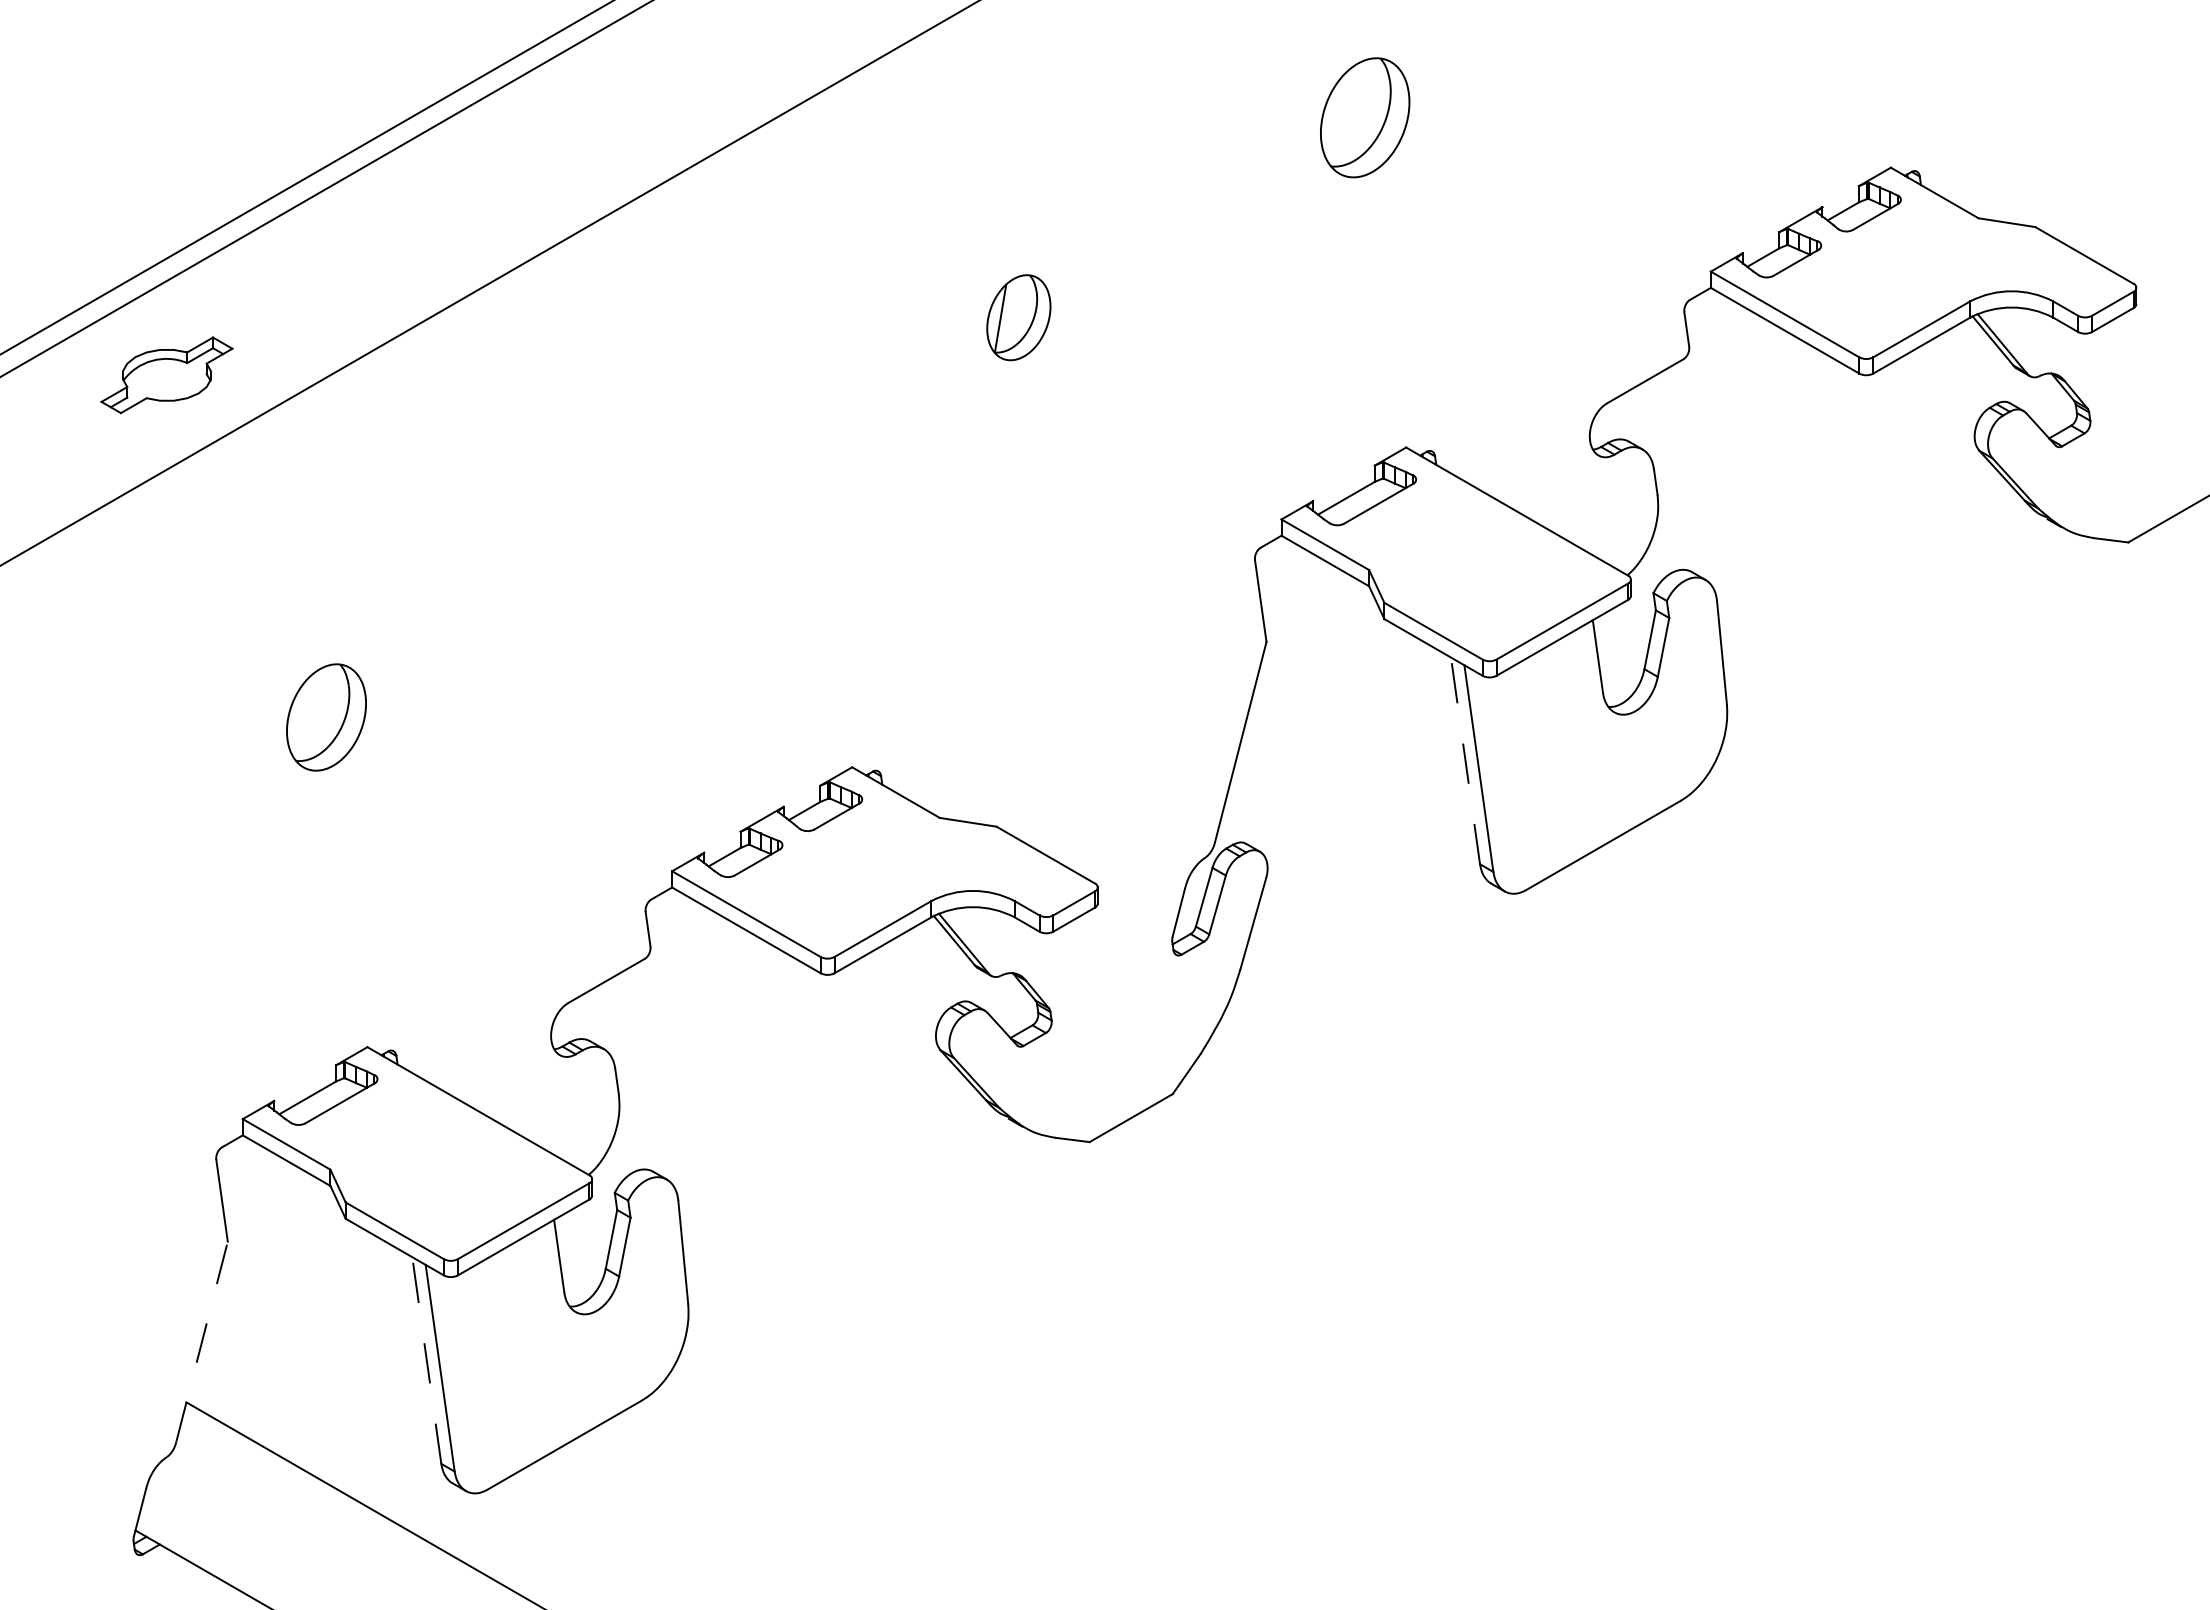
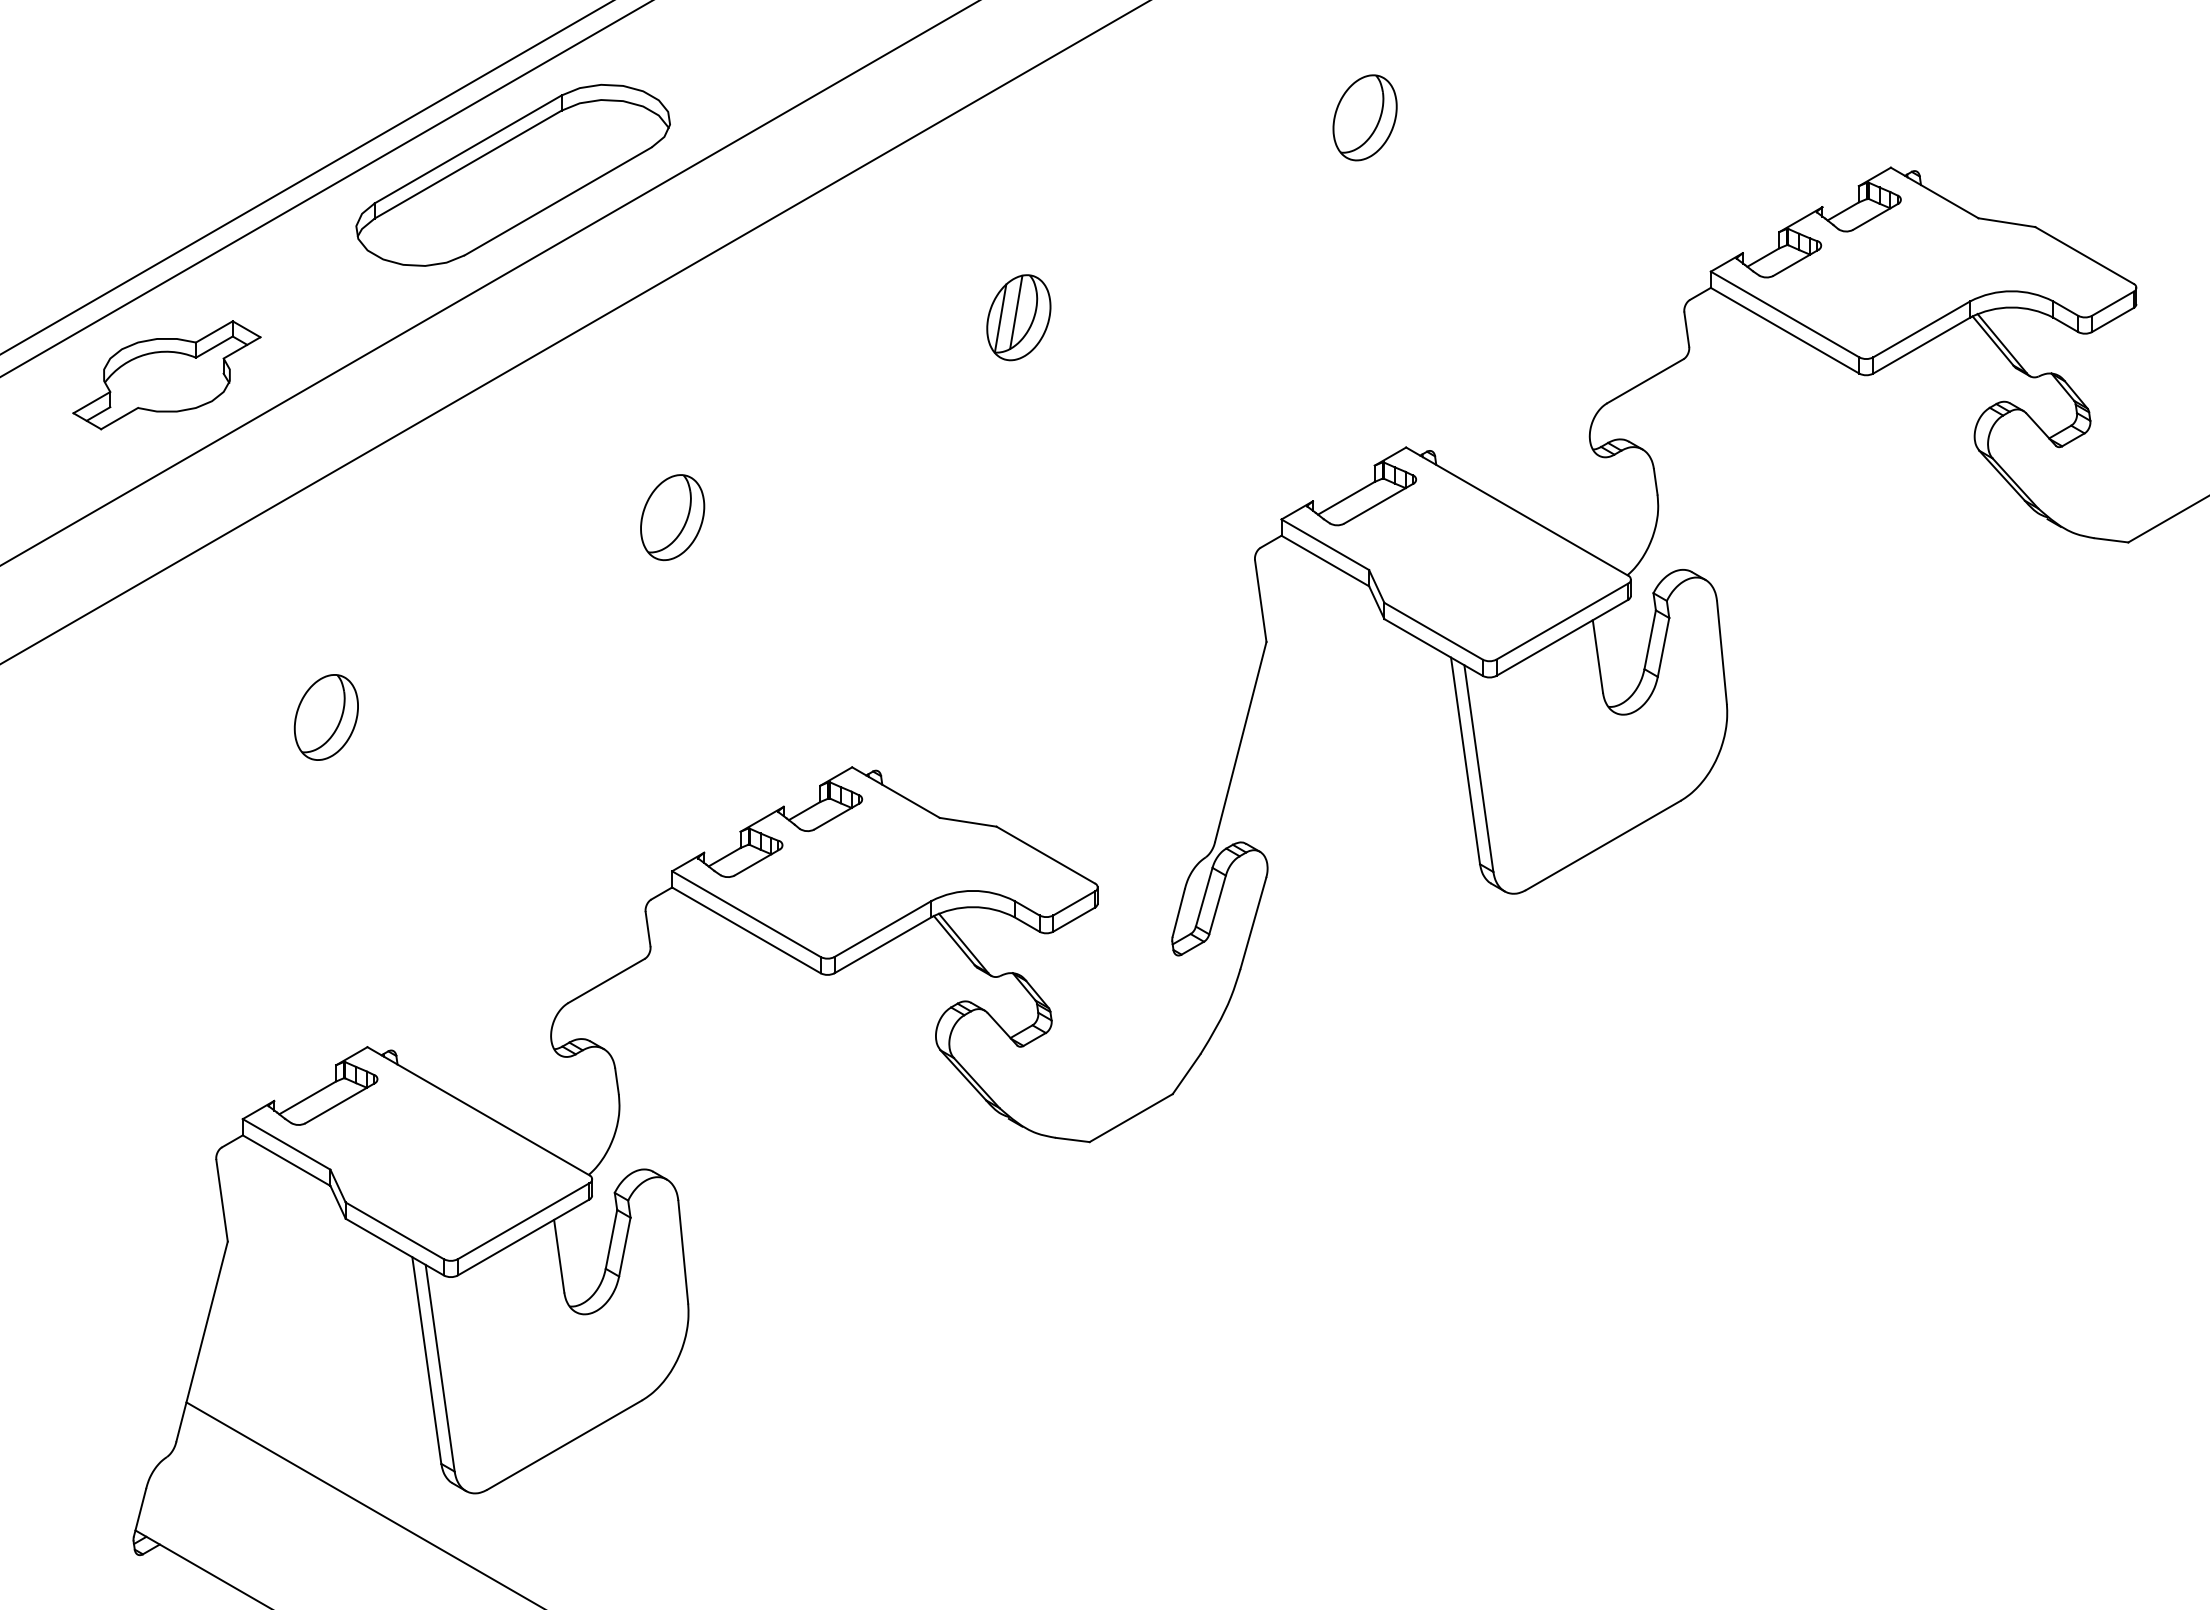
part at (1365, 117) size: 91x122 px -> 66x88 px
part at (512, 174): none -> present
line at (1016, 311): none -> present
line at (574, 332): none -> present
part at (166, 375) size: 134x79 px -> 190x111 px
part at (672, 517): none -> present
part at (326, 717) size: 81x109 px -> 66x87 px
line at (1465, 760): dashed -> solid
line at (202, 1341): dashed -> solid
line at (426, 1360): dashed -> solid
